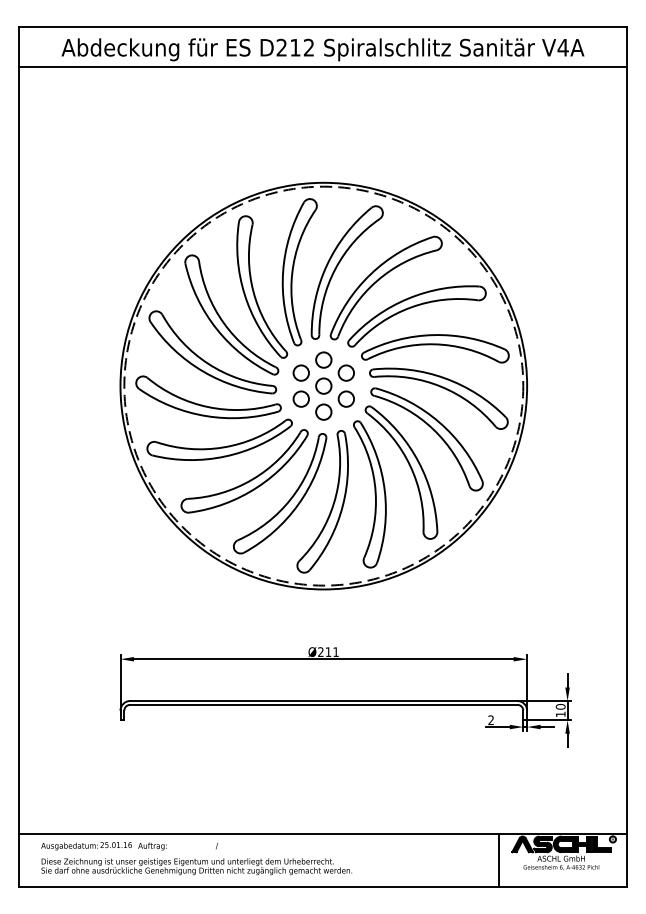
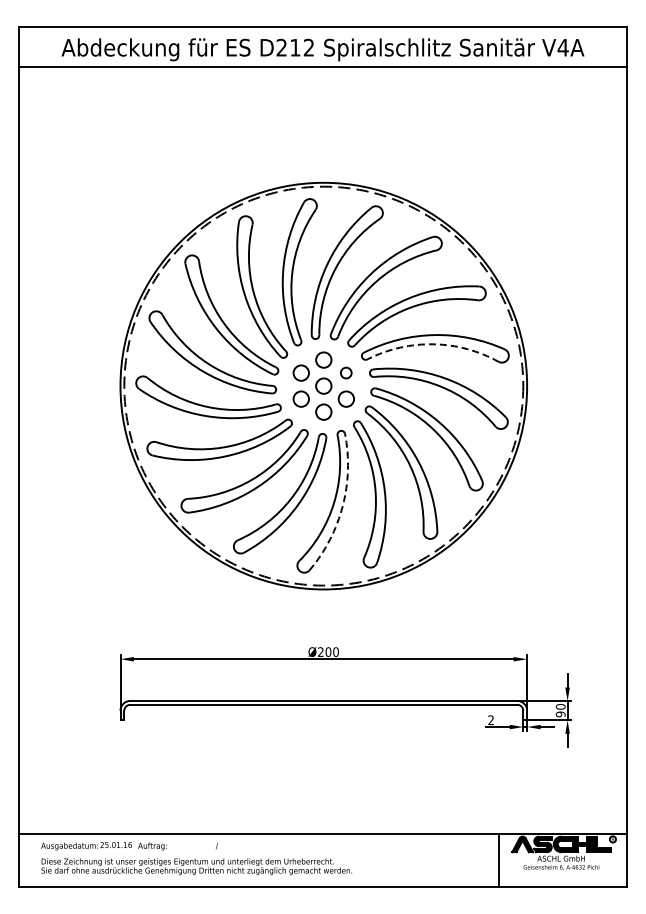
arc at (433, 344): solid -> dashed
circle at (345, 372) size: 18x18 px -> 13x14 px
arc at (342, 505): solid -> dashed
text at (331, 651): Ø211 -> Ø200
text at (560, 714): 10 -> 90
